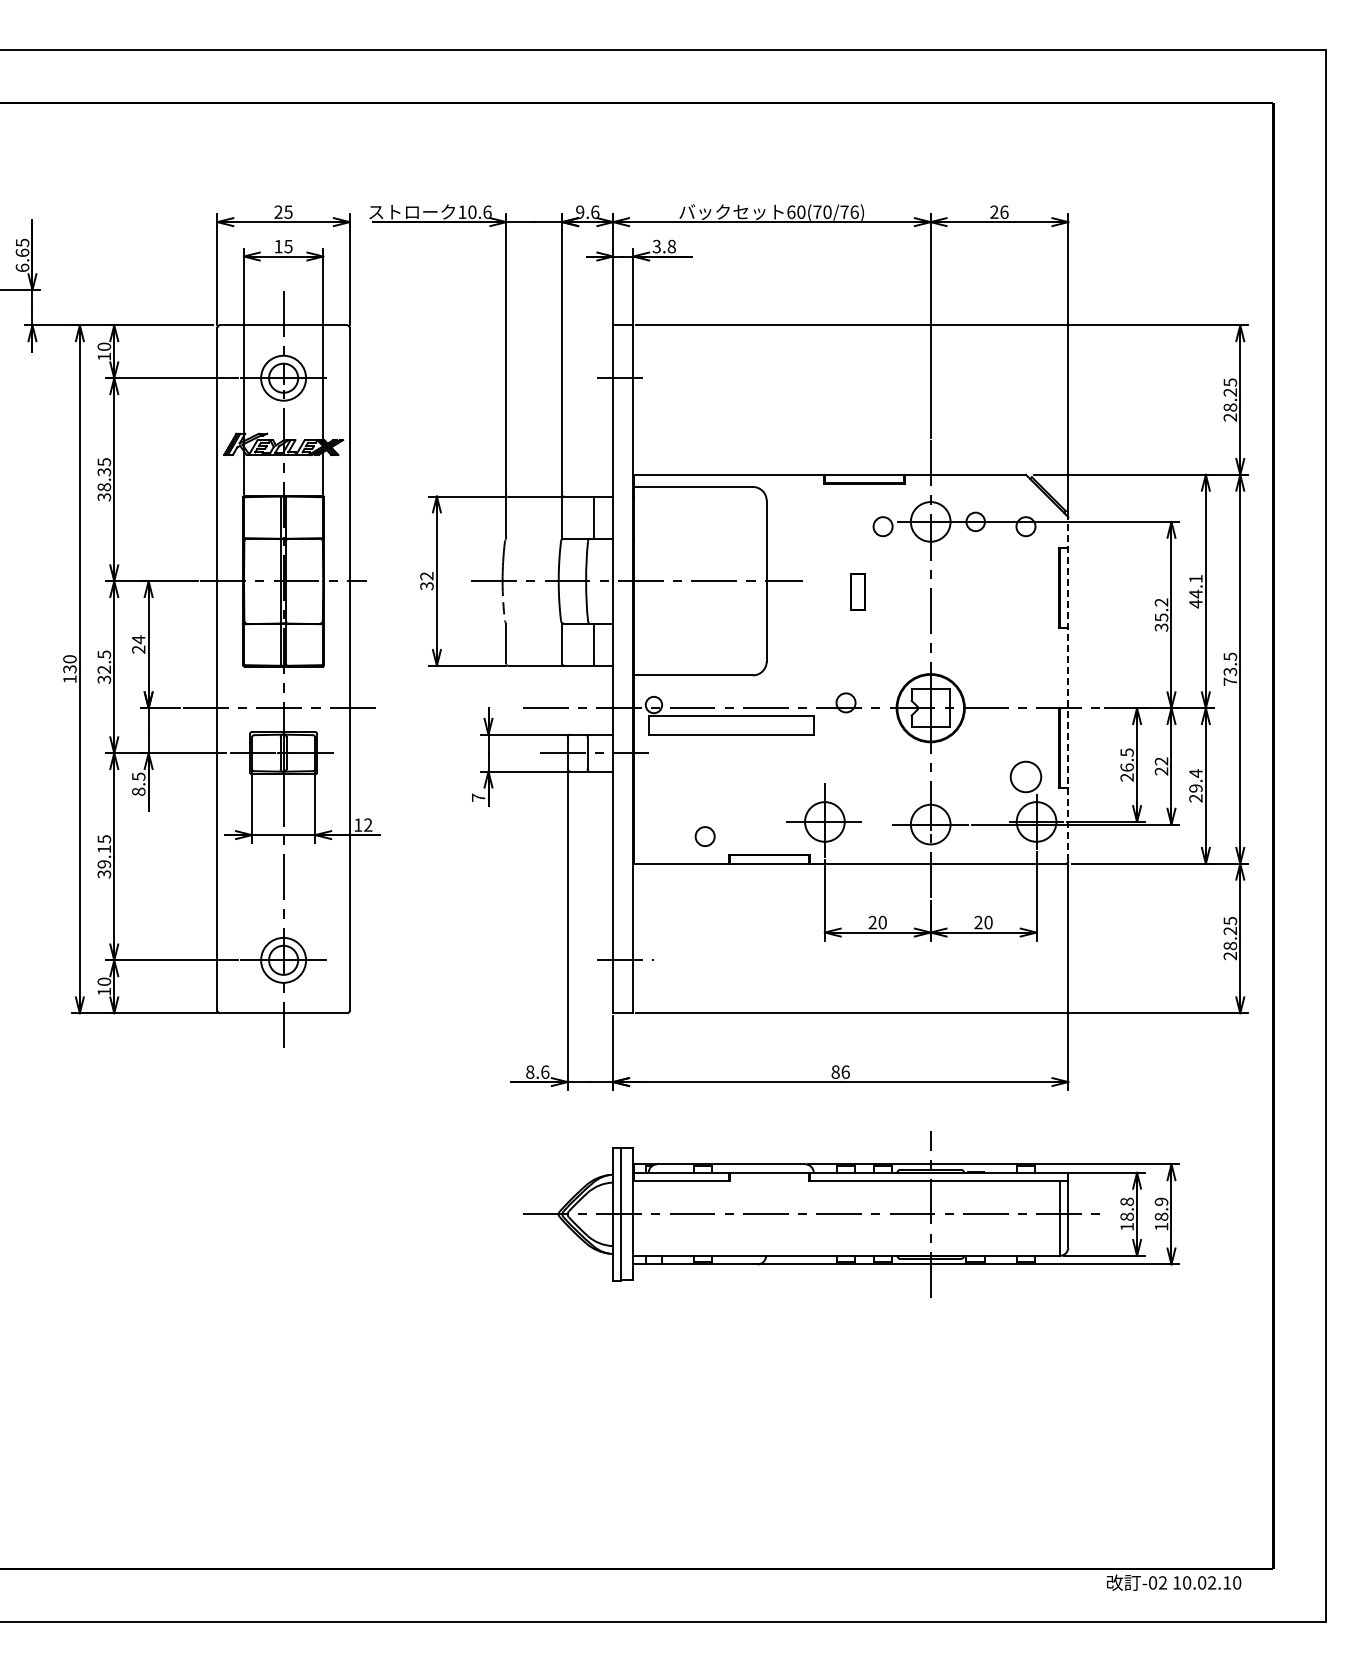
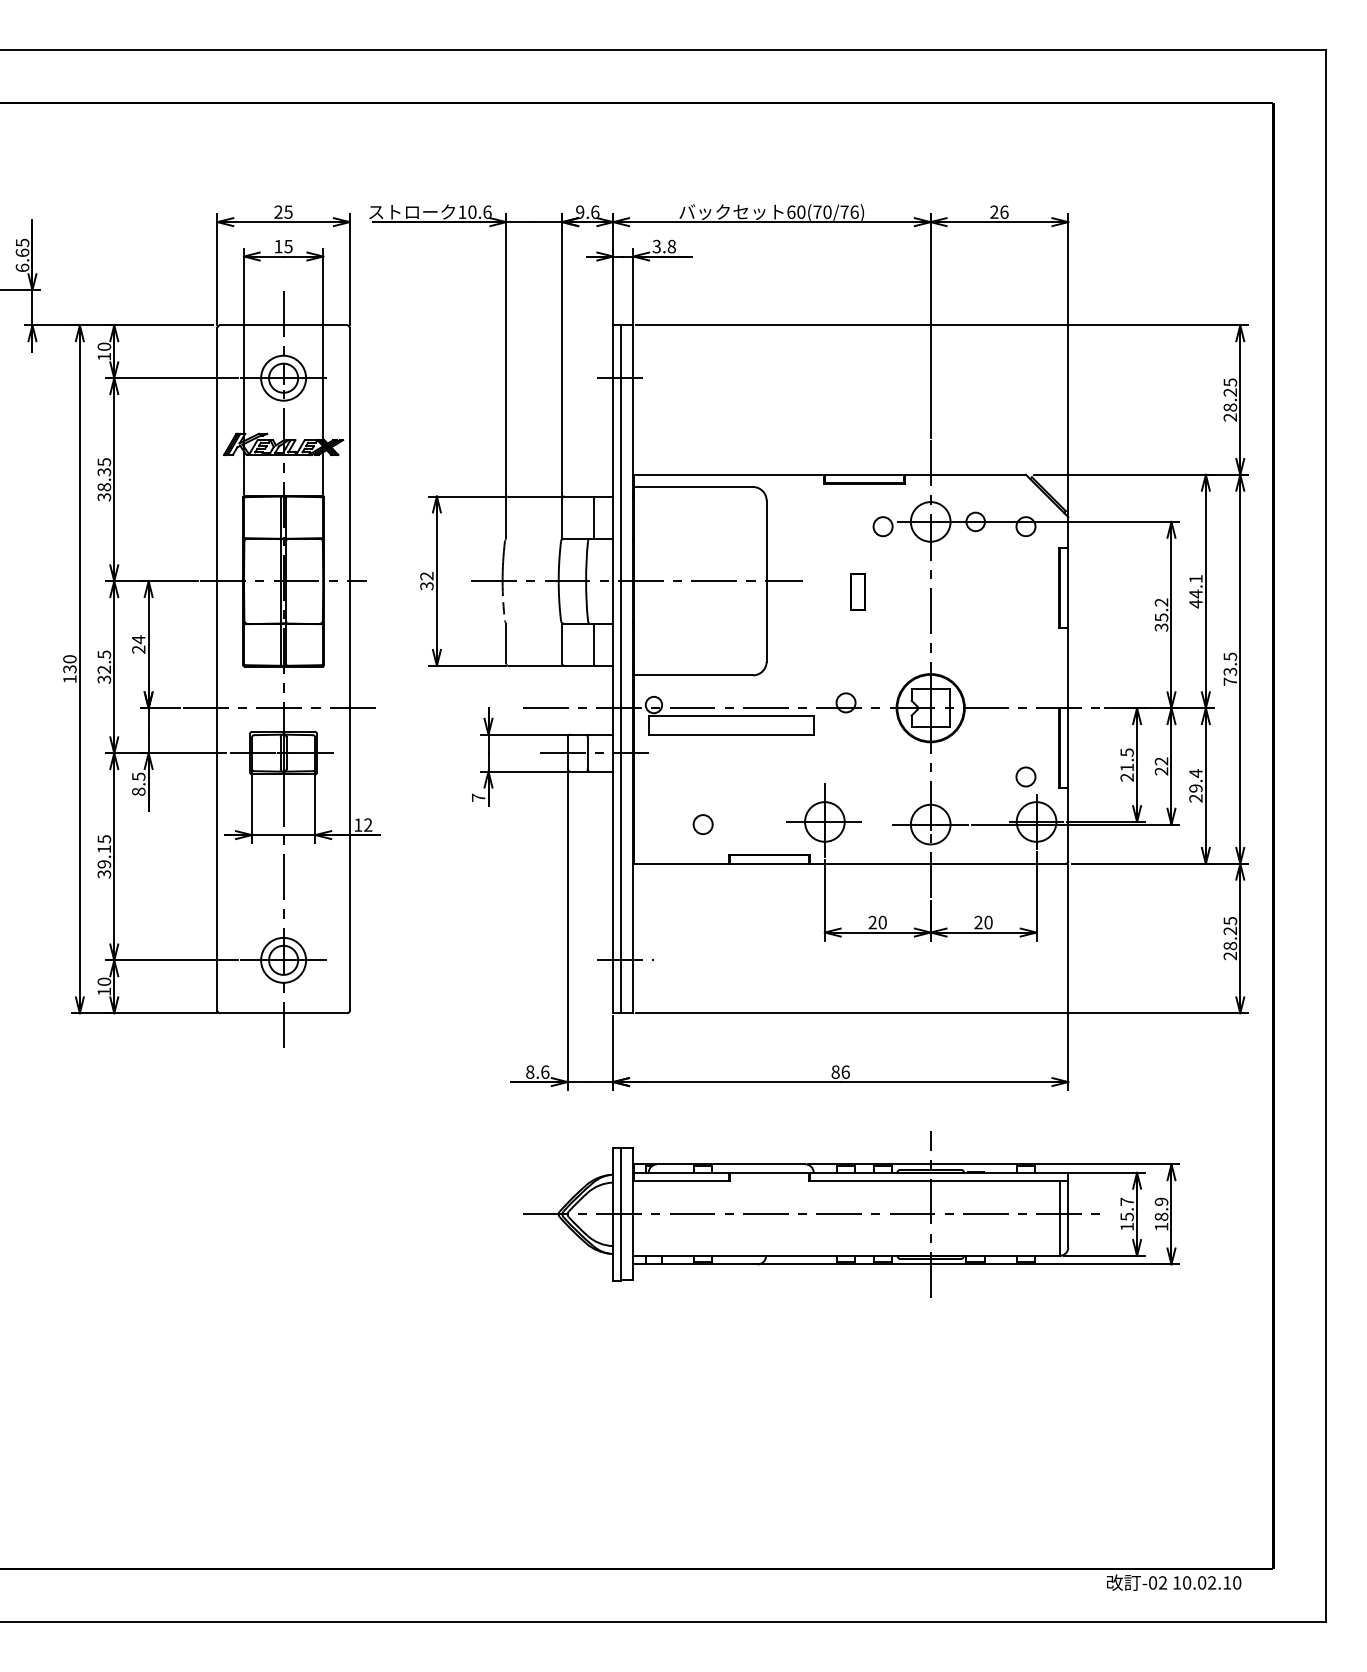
line at (621, 669): none -> present
line at (1068, 689): dashed -> solid
text at (1126, 767): 26.5 -> 21.5
circle at (1025, 776) diameter: 30 px -> 19 px
circle at (704, 836) position: (704, 836) -> (702, 824)
text at (1126, 1209): 18.8 -> 15.7
